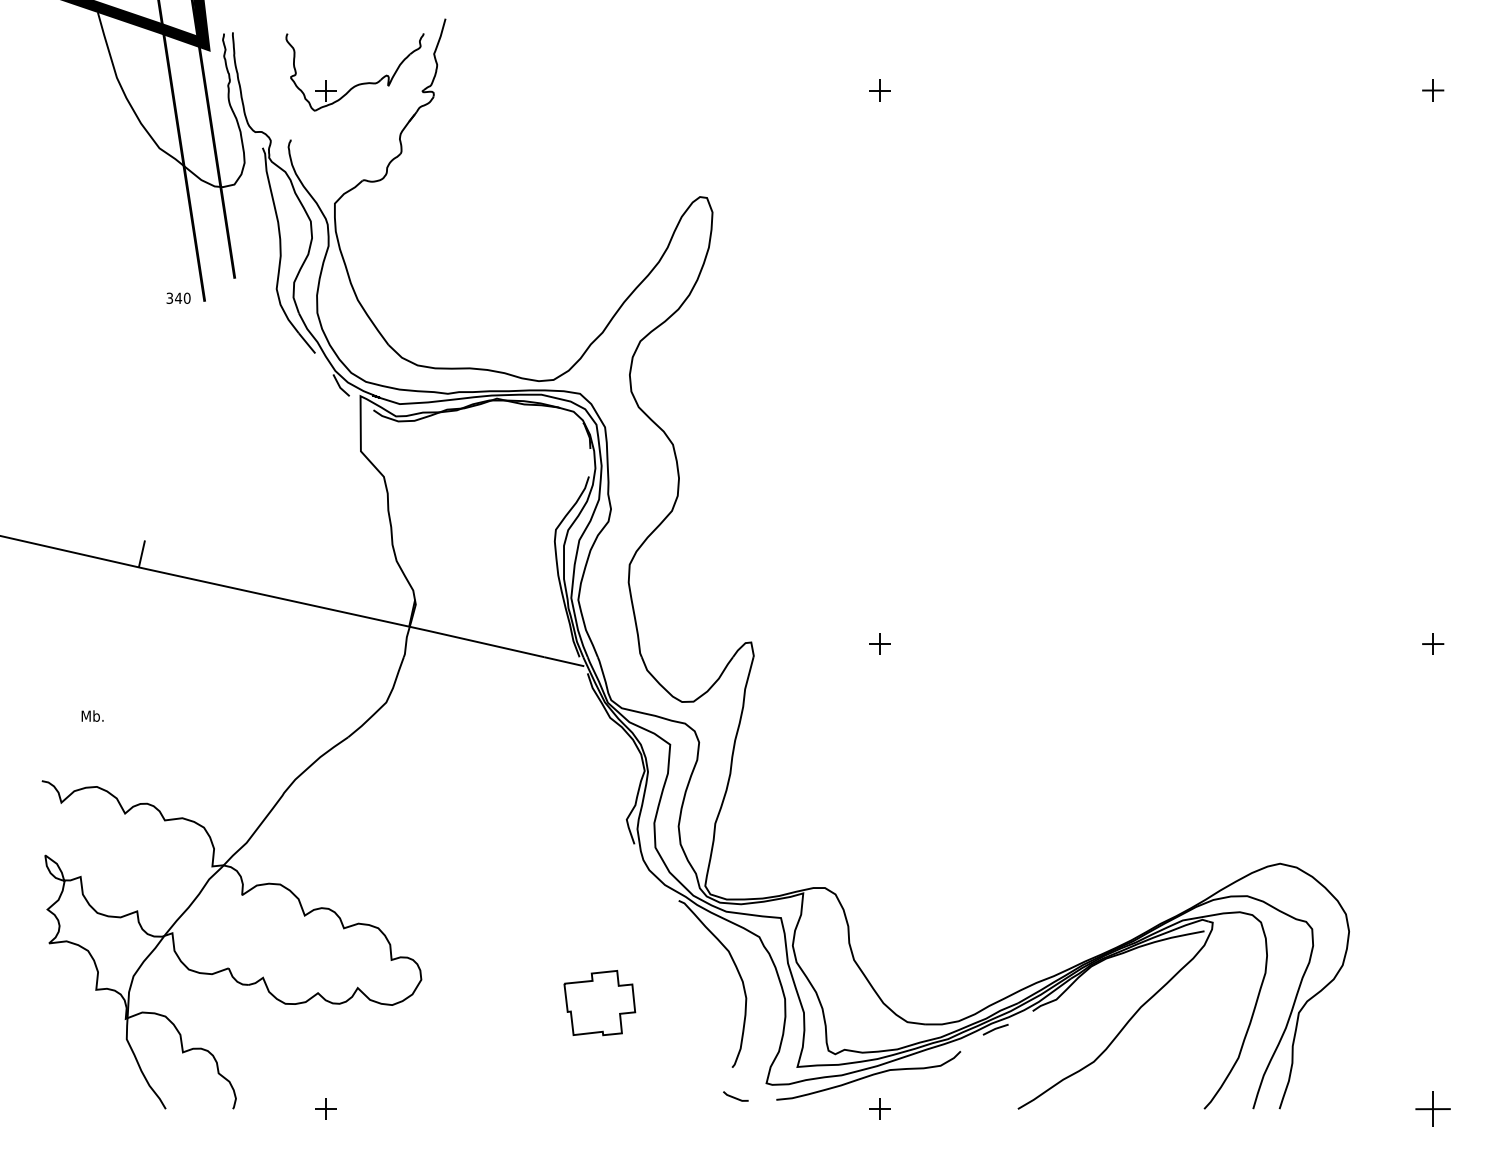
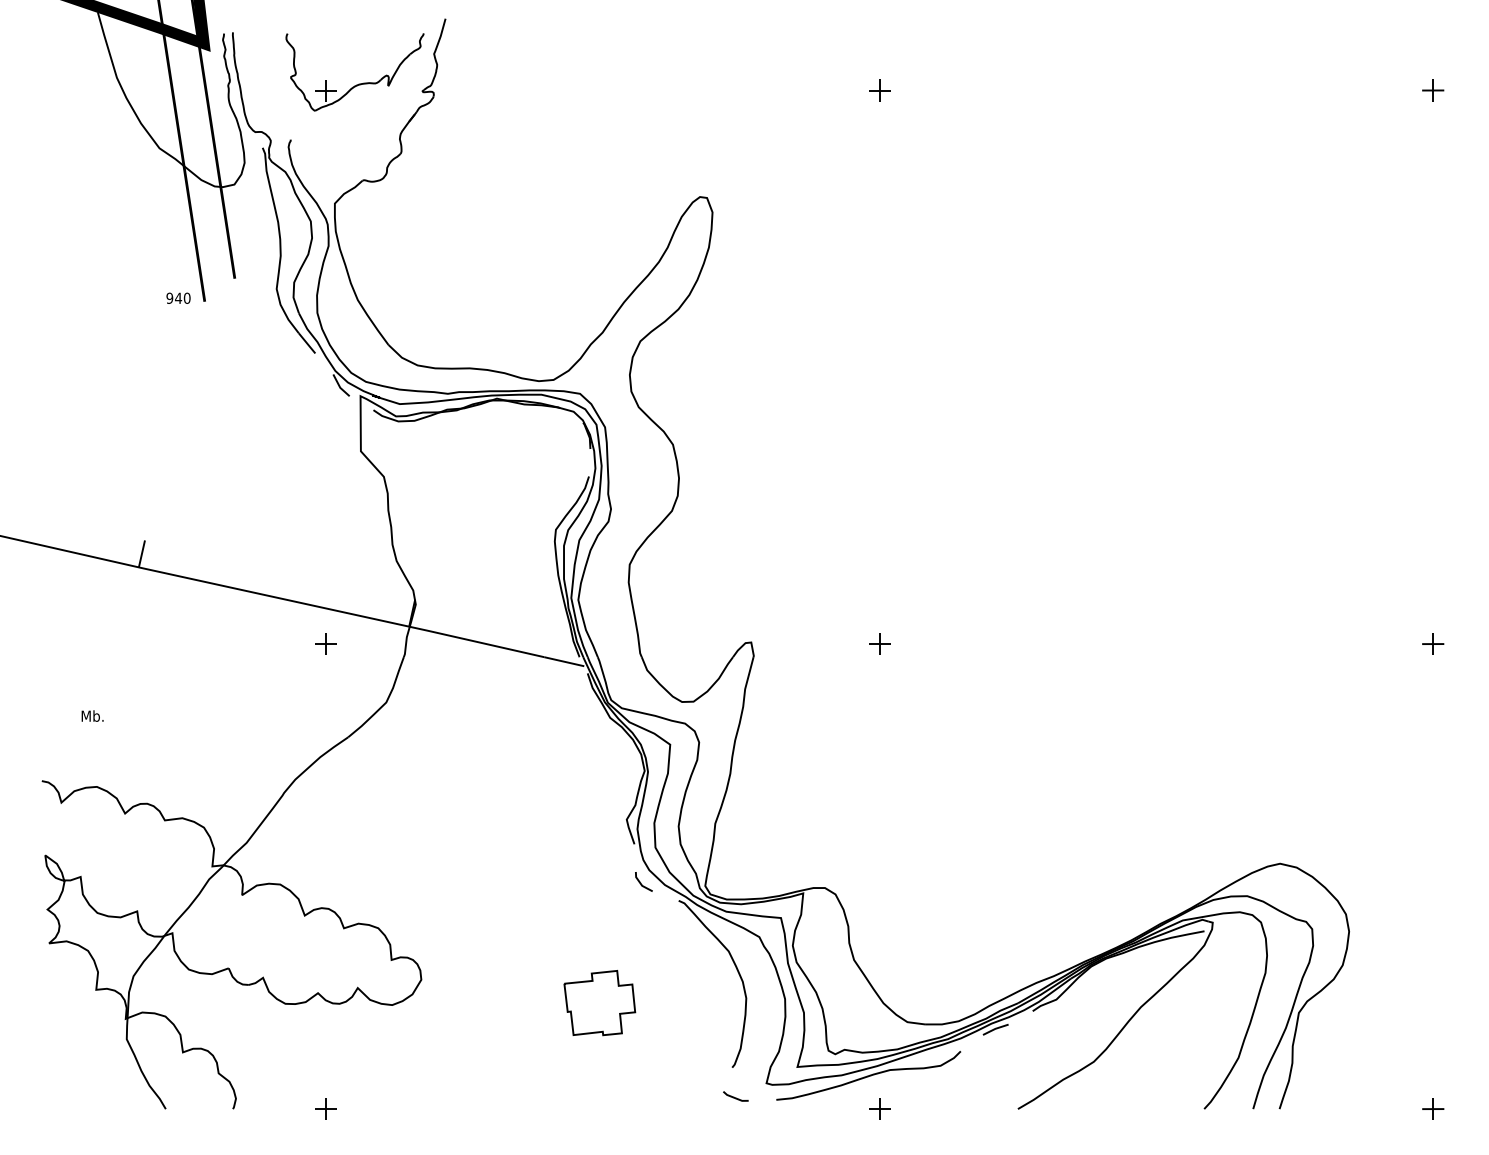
text at (169, 297): 340 -> 940
part at (325, 643): none -> present
line at (641, 883): none -> present
part at (1432, 1108) size: 36x36 px -> 23x22 px
